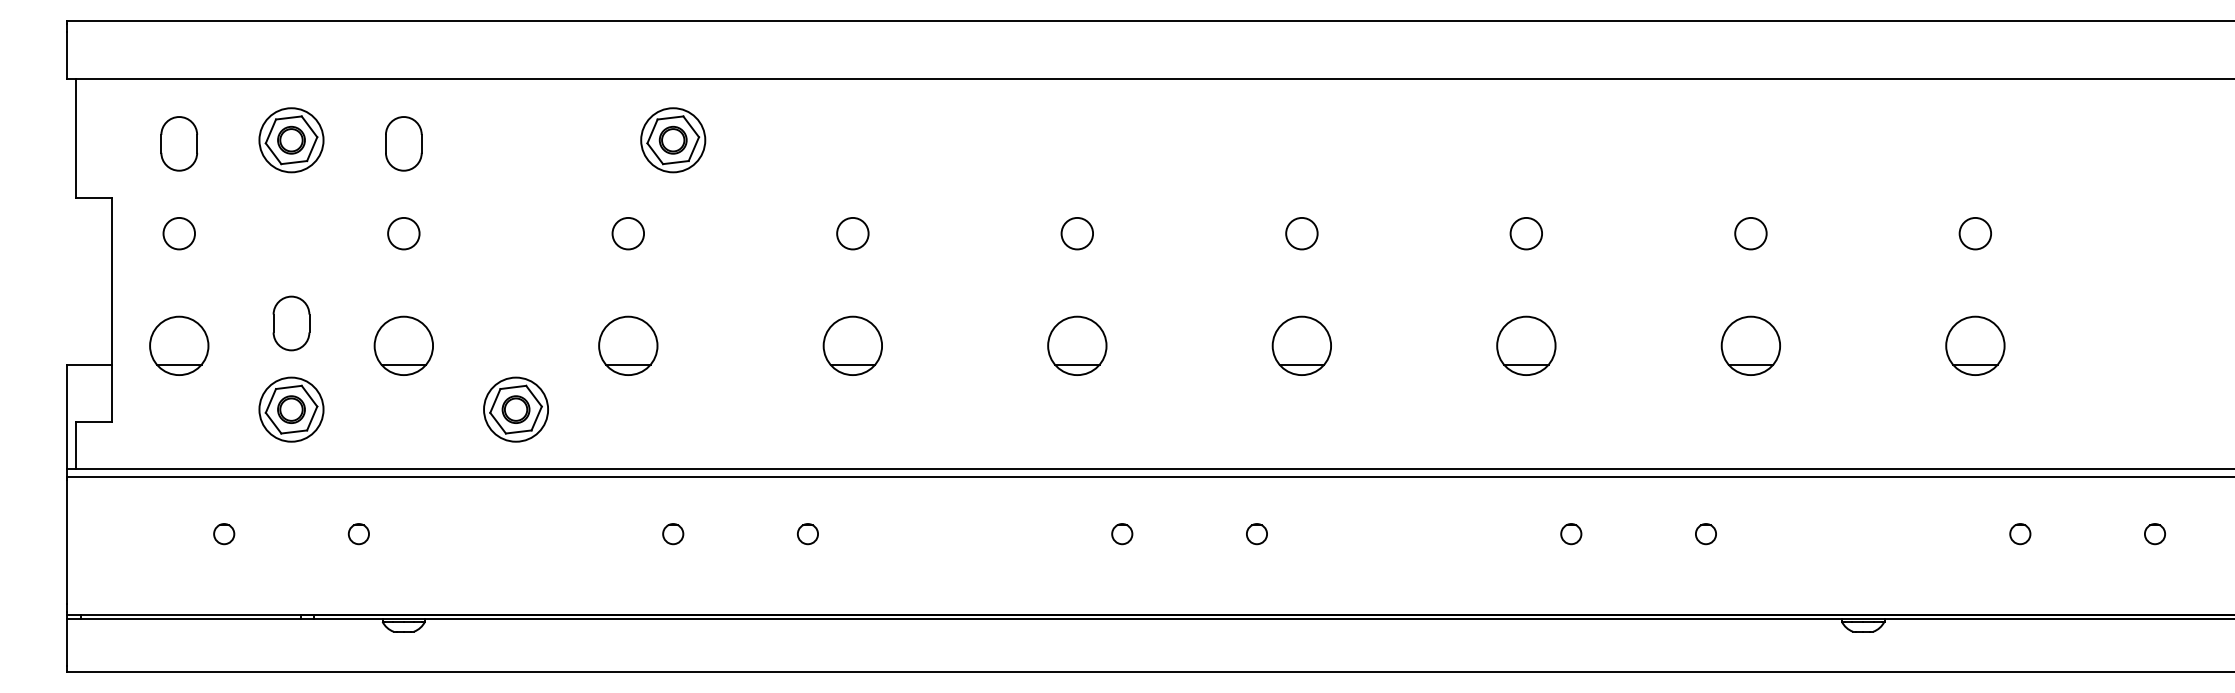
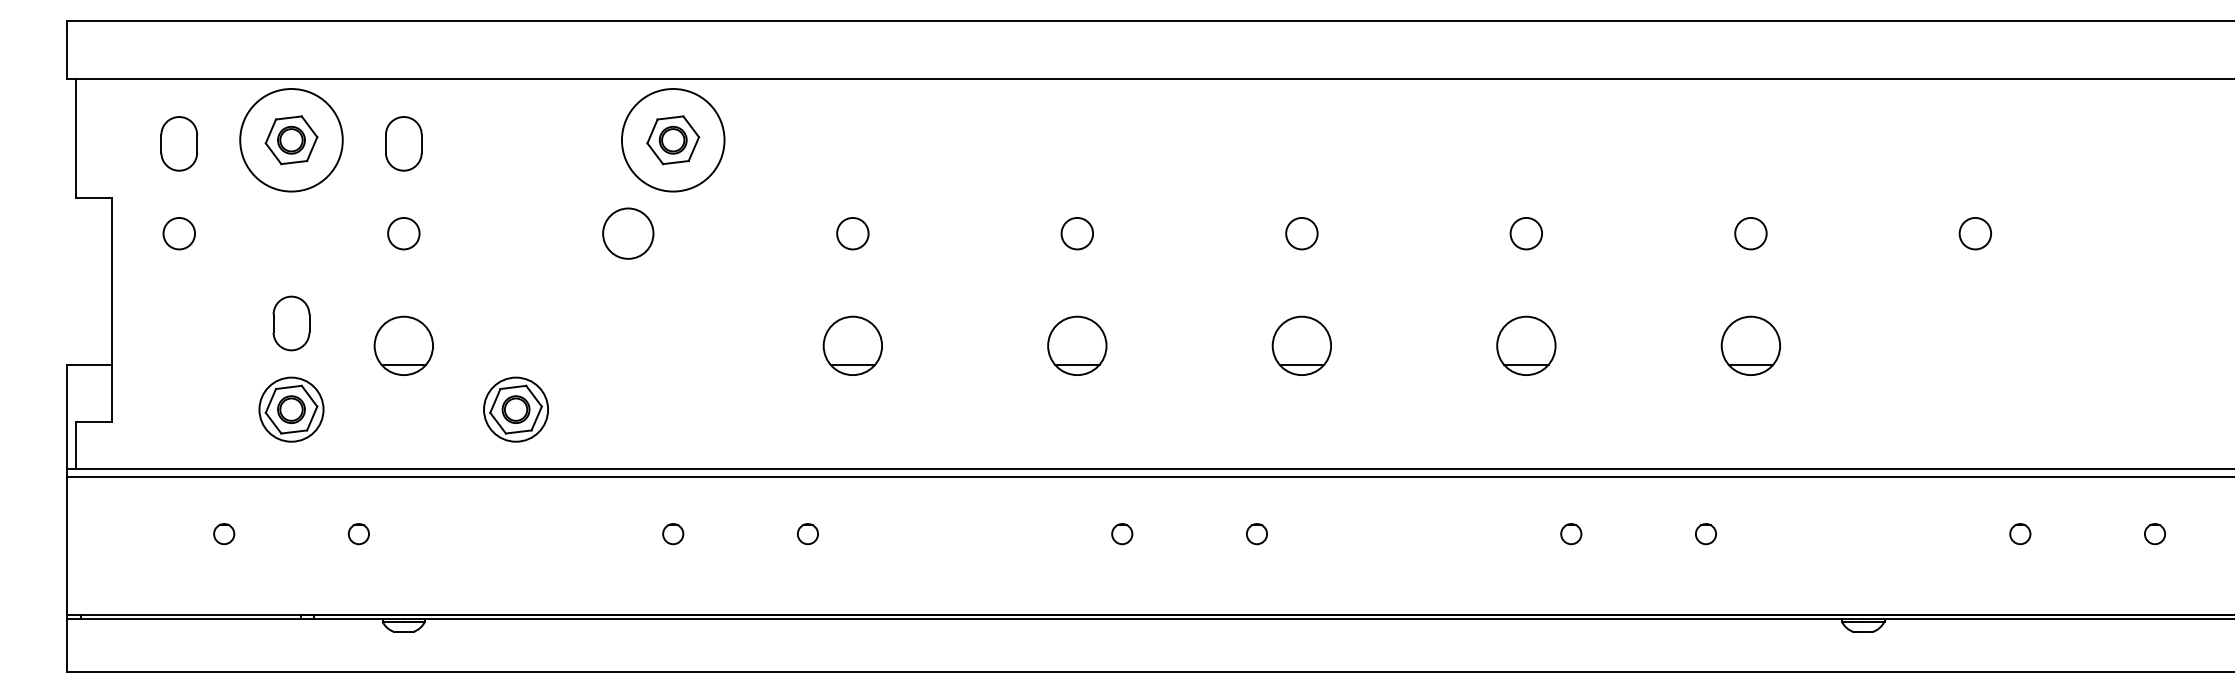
circle at (291, 140) diameter: 64 px -> 103 px
circle at (673, 140) diameter: 64 px -> 103 px
circle at (628, 233) diameter: 31 px -> 50 px
part at (179, 345): present -> none
part at (628, 345): present -> none
part at (1975, 345): present -> none
